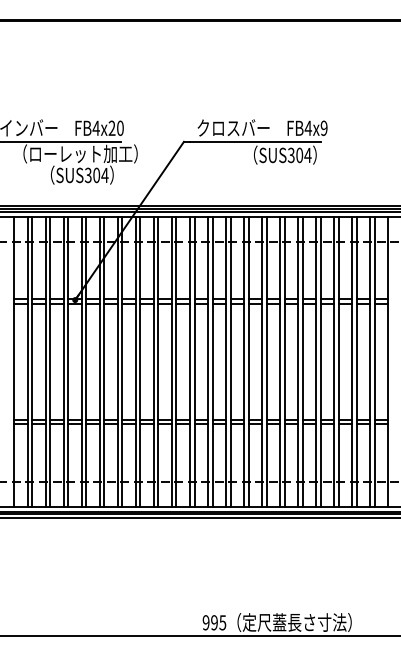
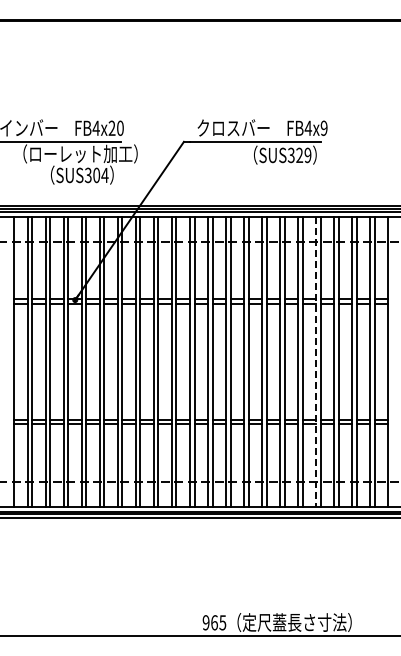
text at (303, 155): SUS304 -> SUS329
line at (315, 362): solid -> dashed
text at (214, 622): 995 -> 965
